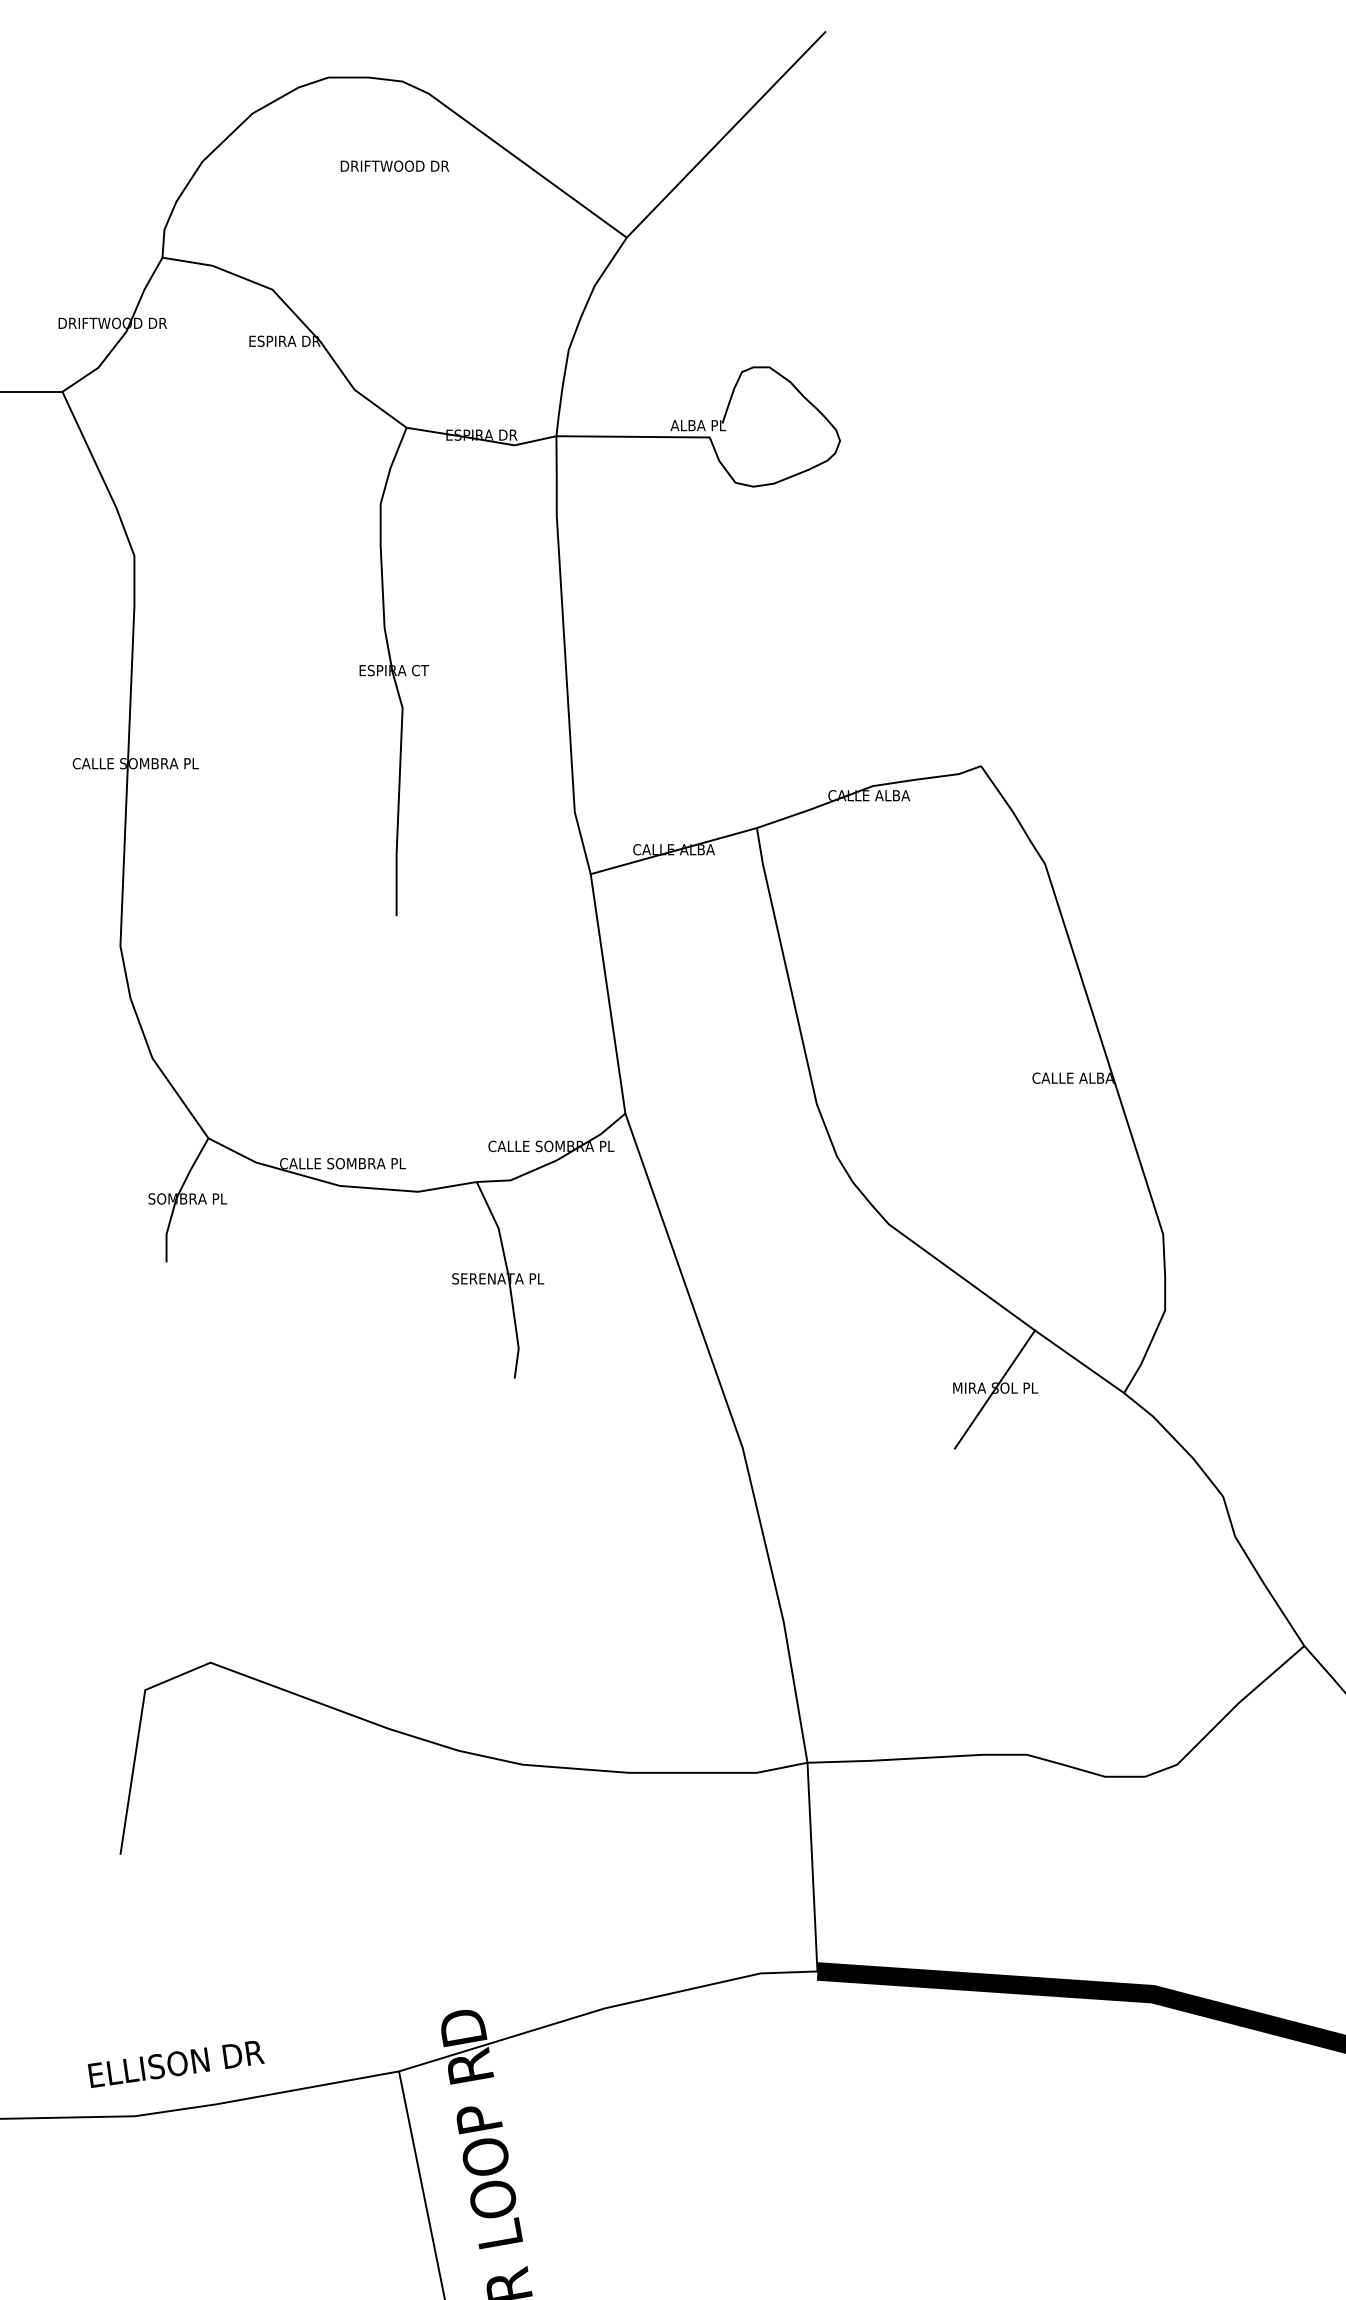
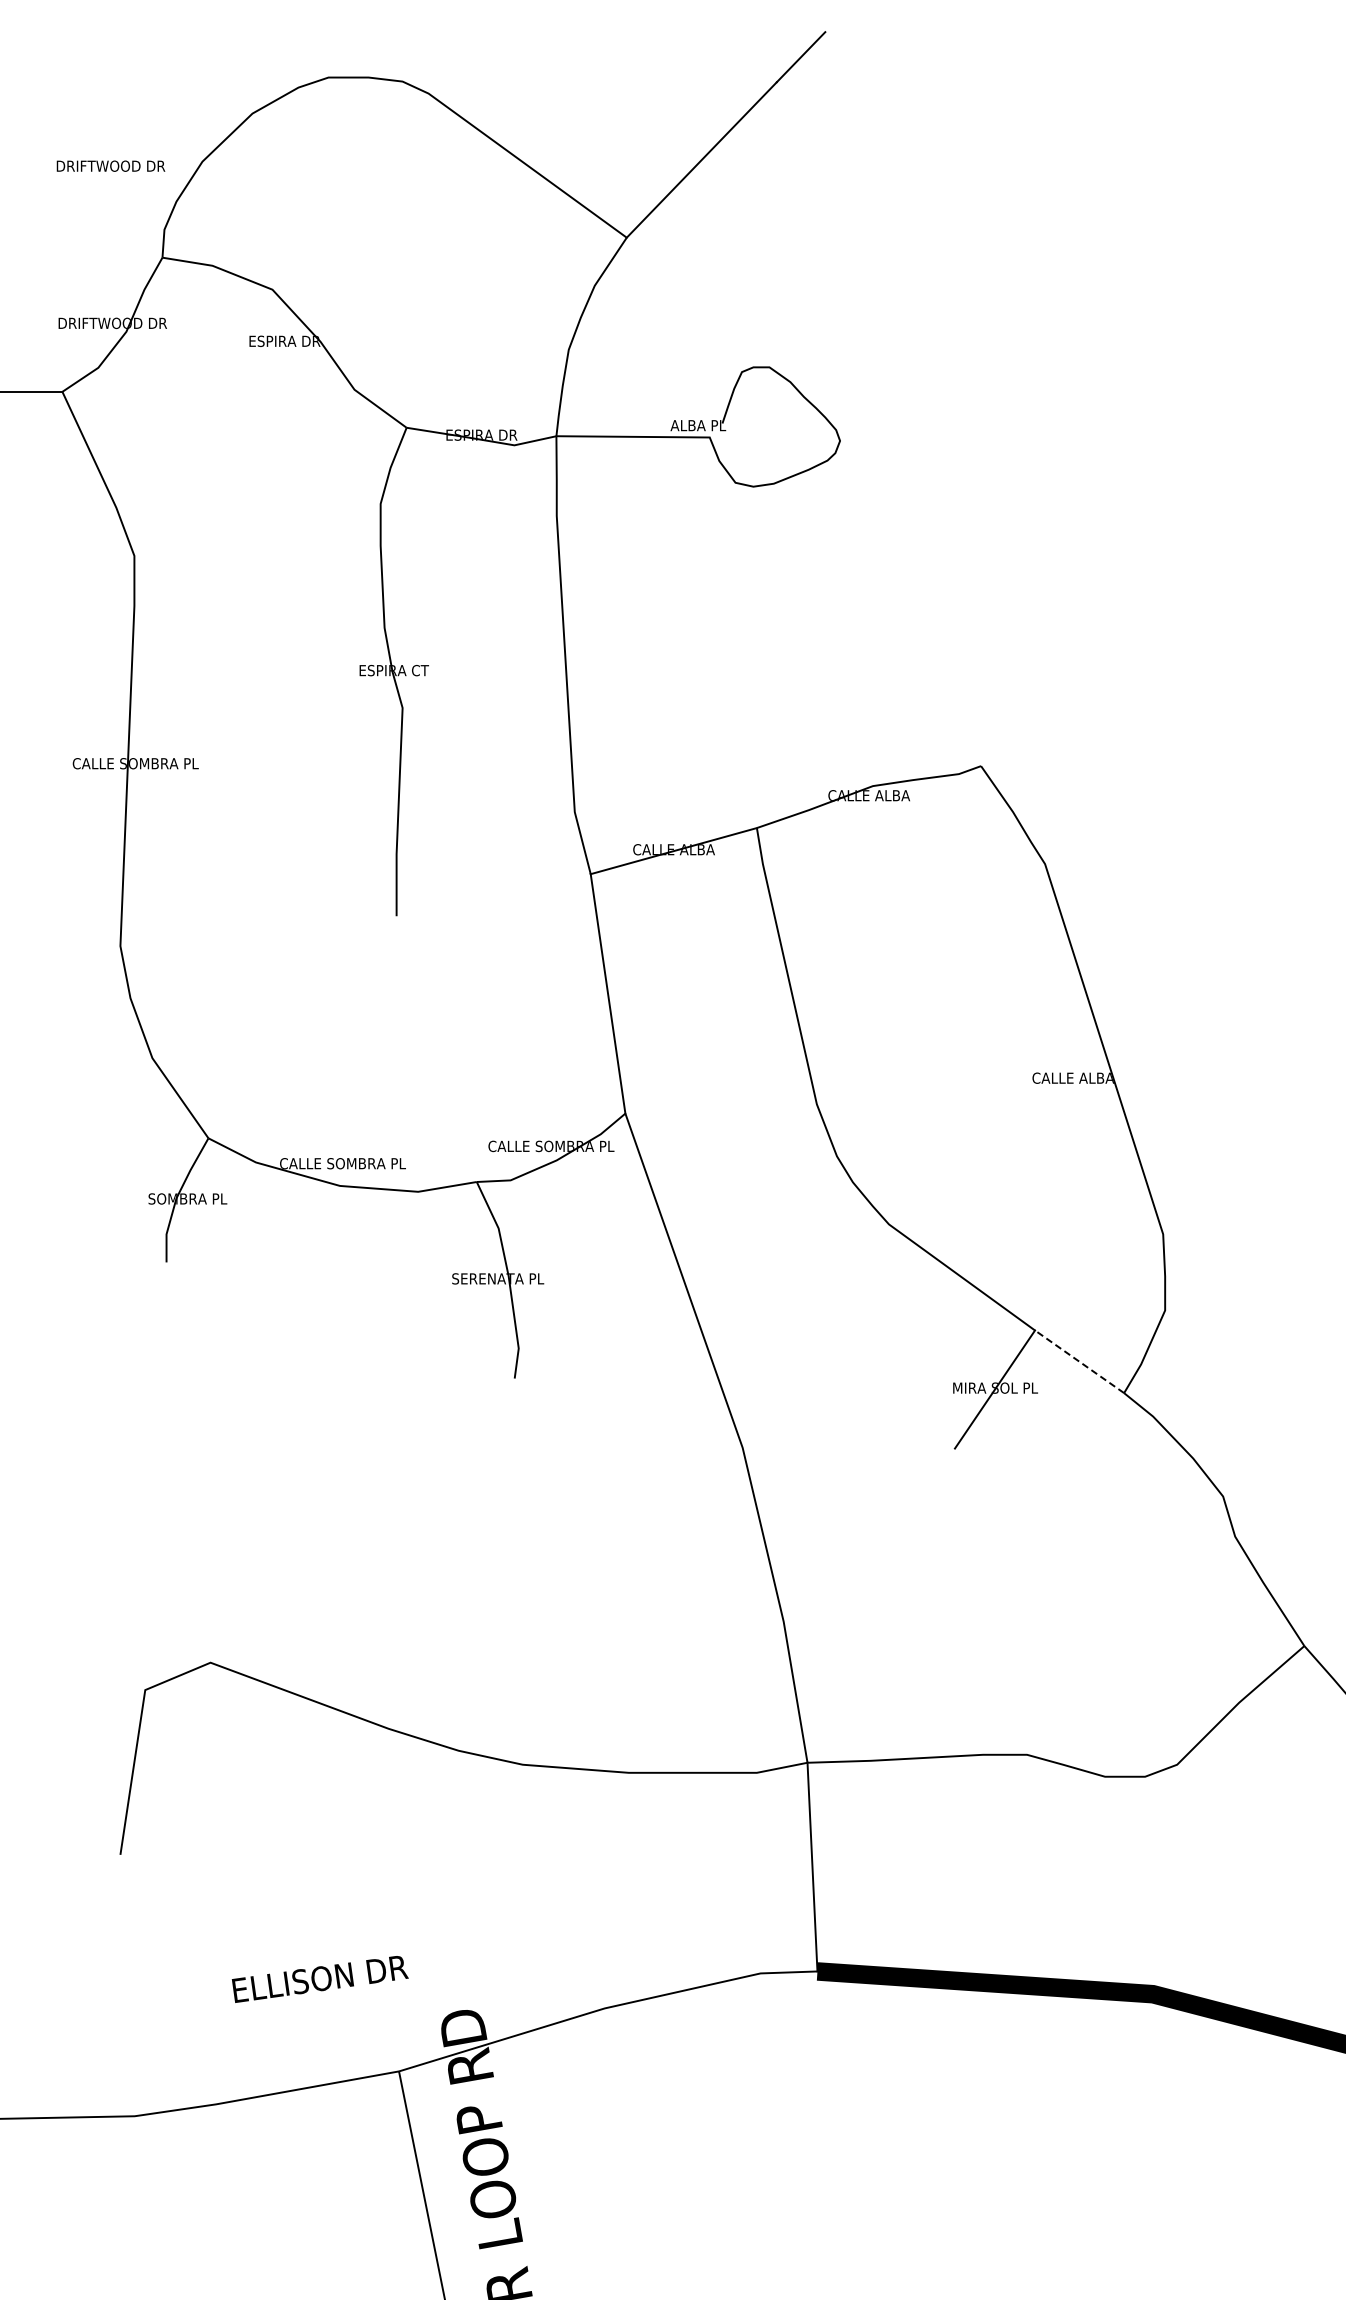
text at (394, 165) position: (394, 165) -> (110, 165)
line at (1079, 1361): solid -> dashed
text at (175, 2064) position: (175, 2064) -> (319, 1979)
